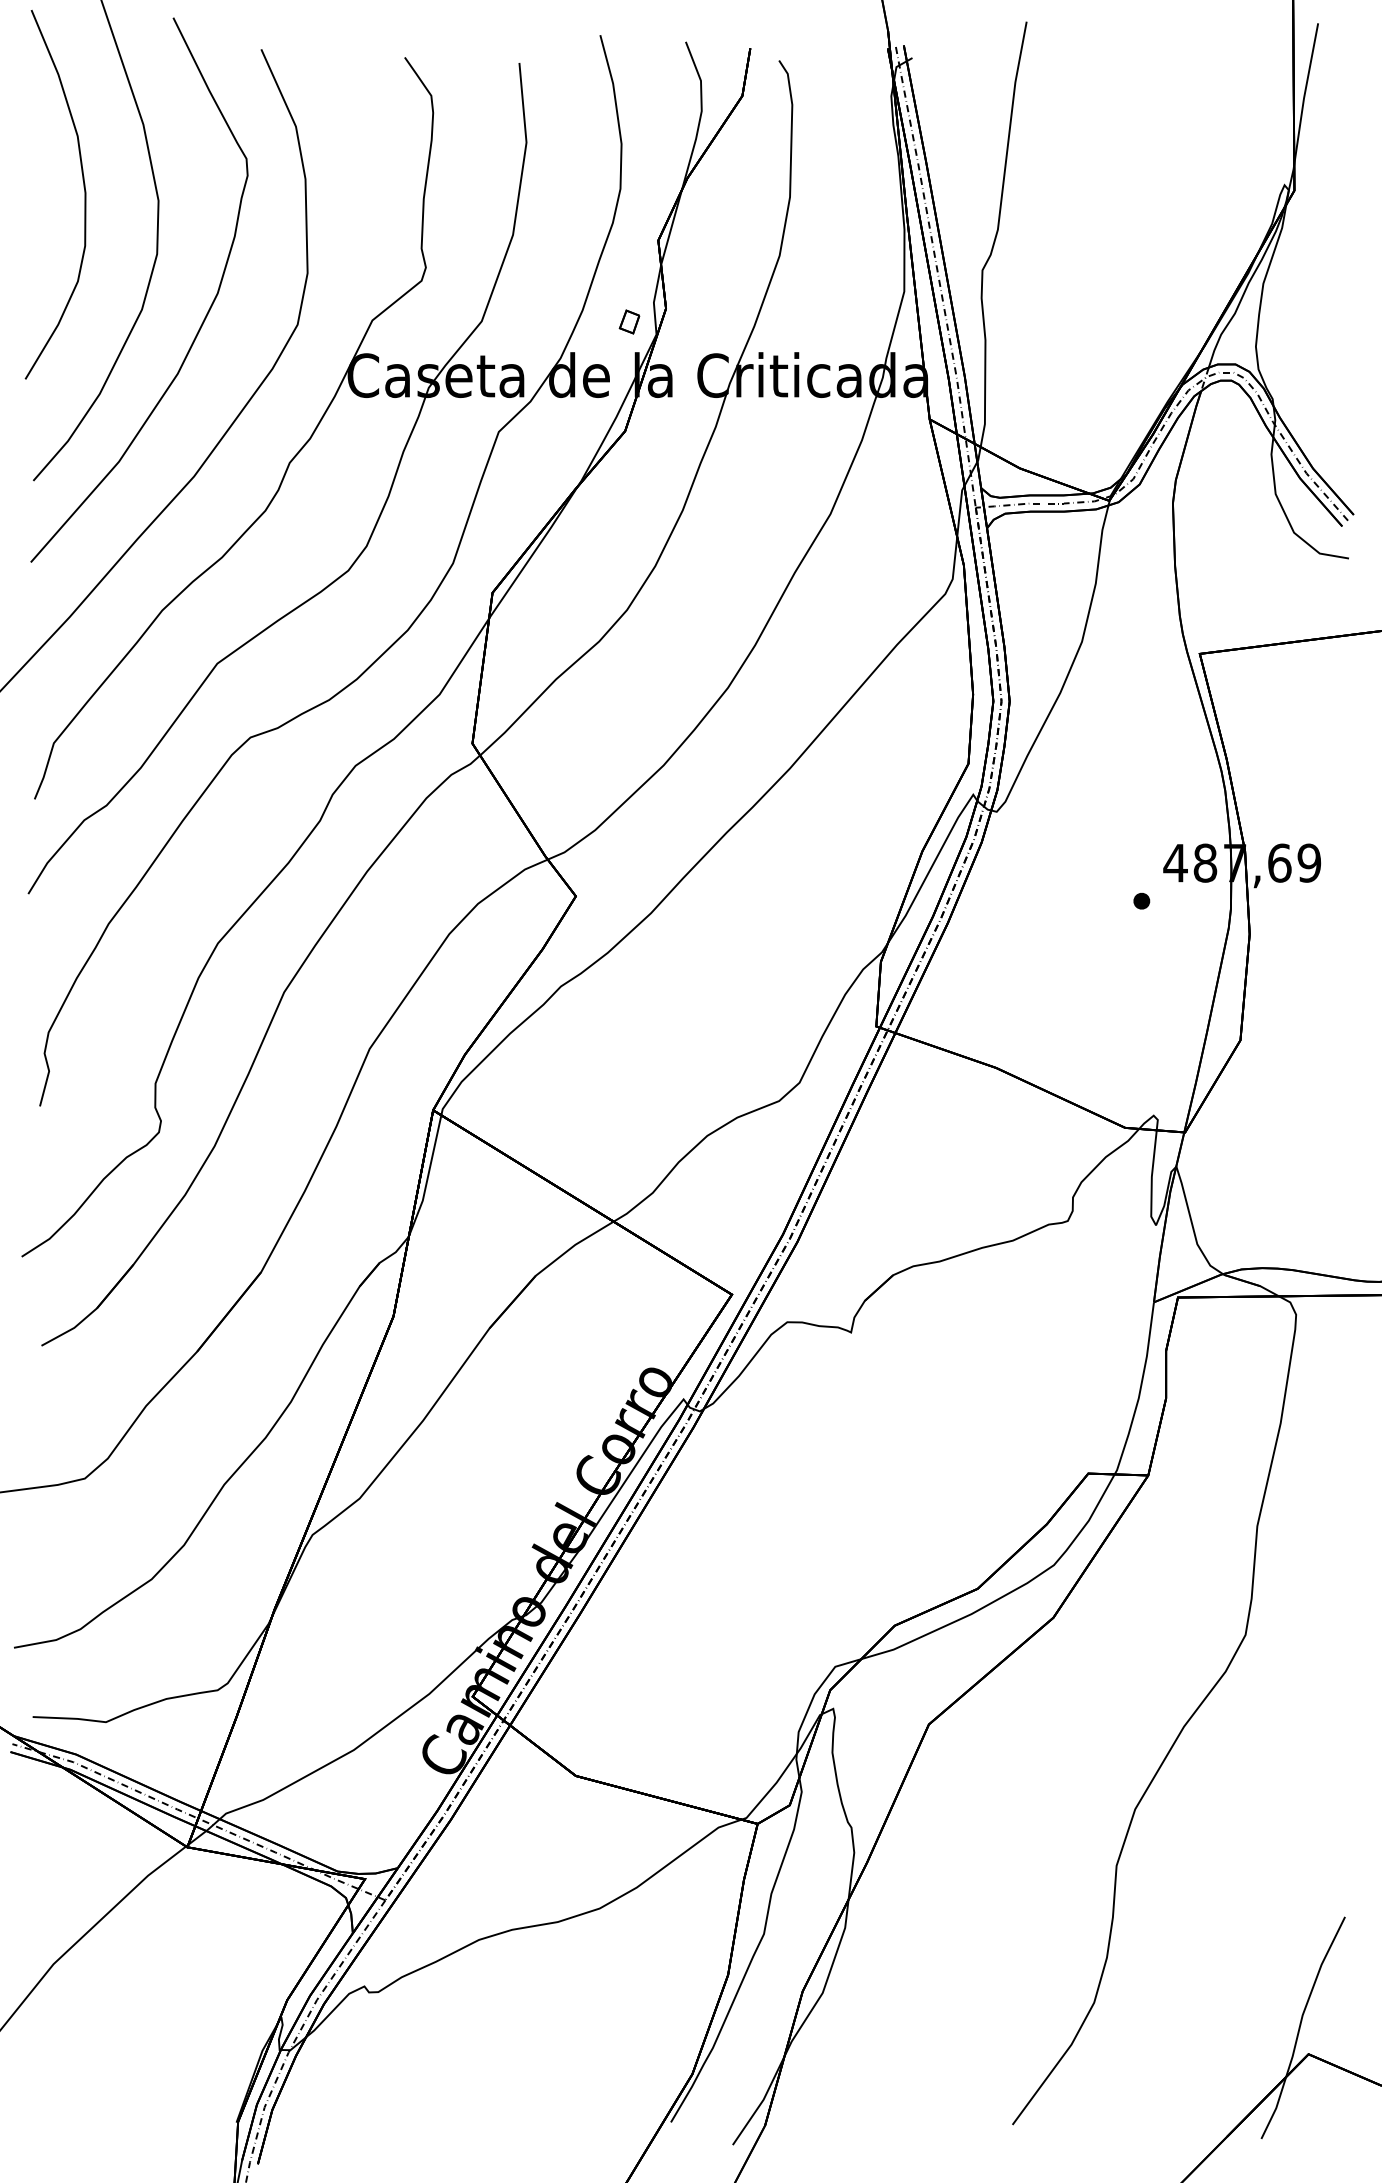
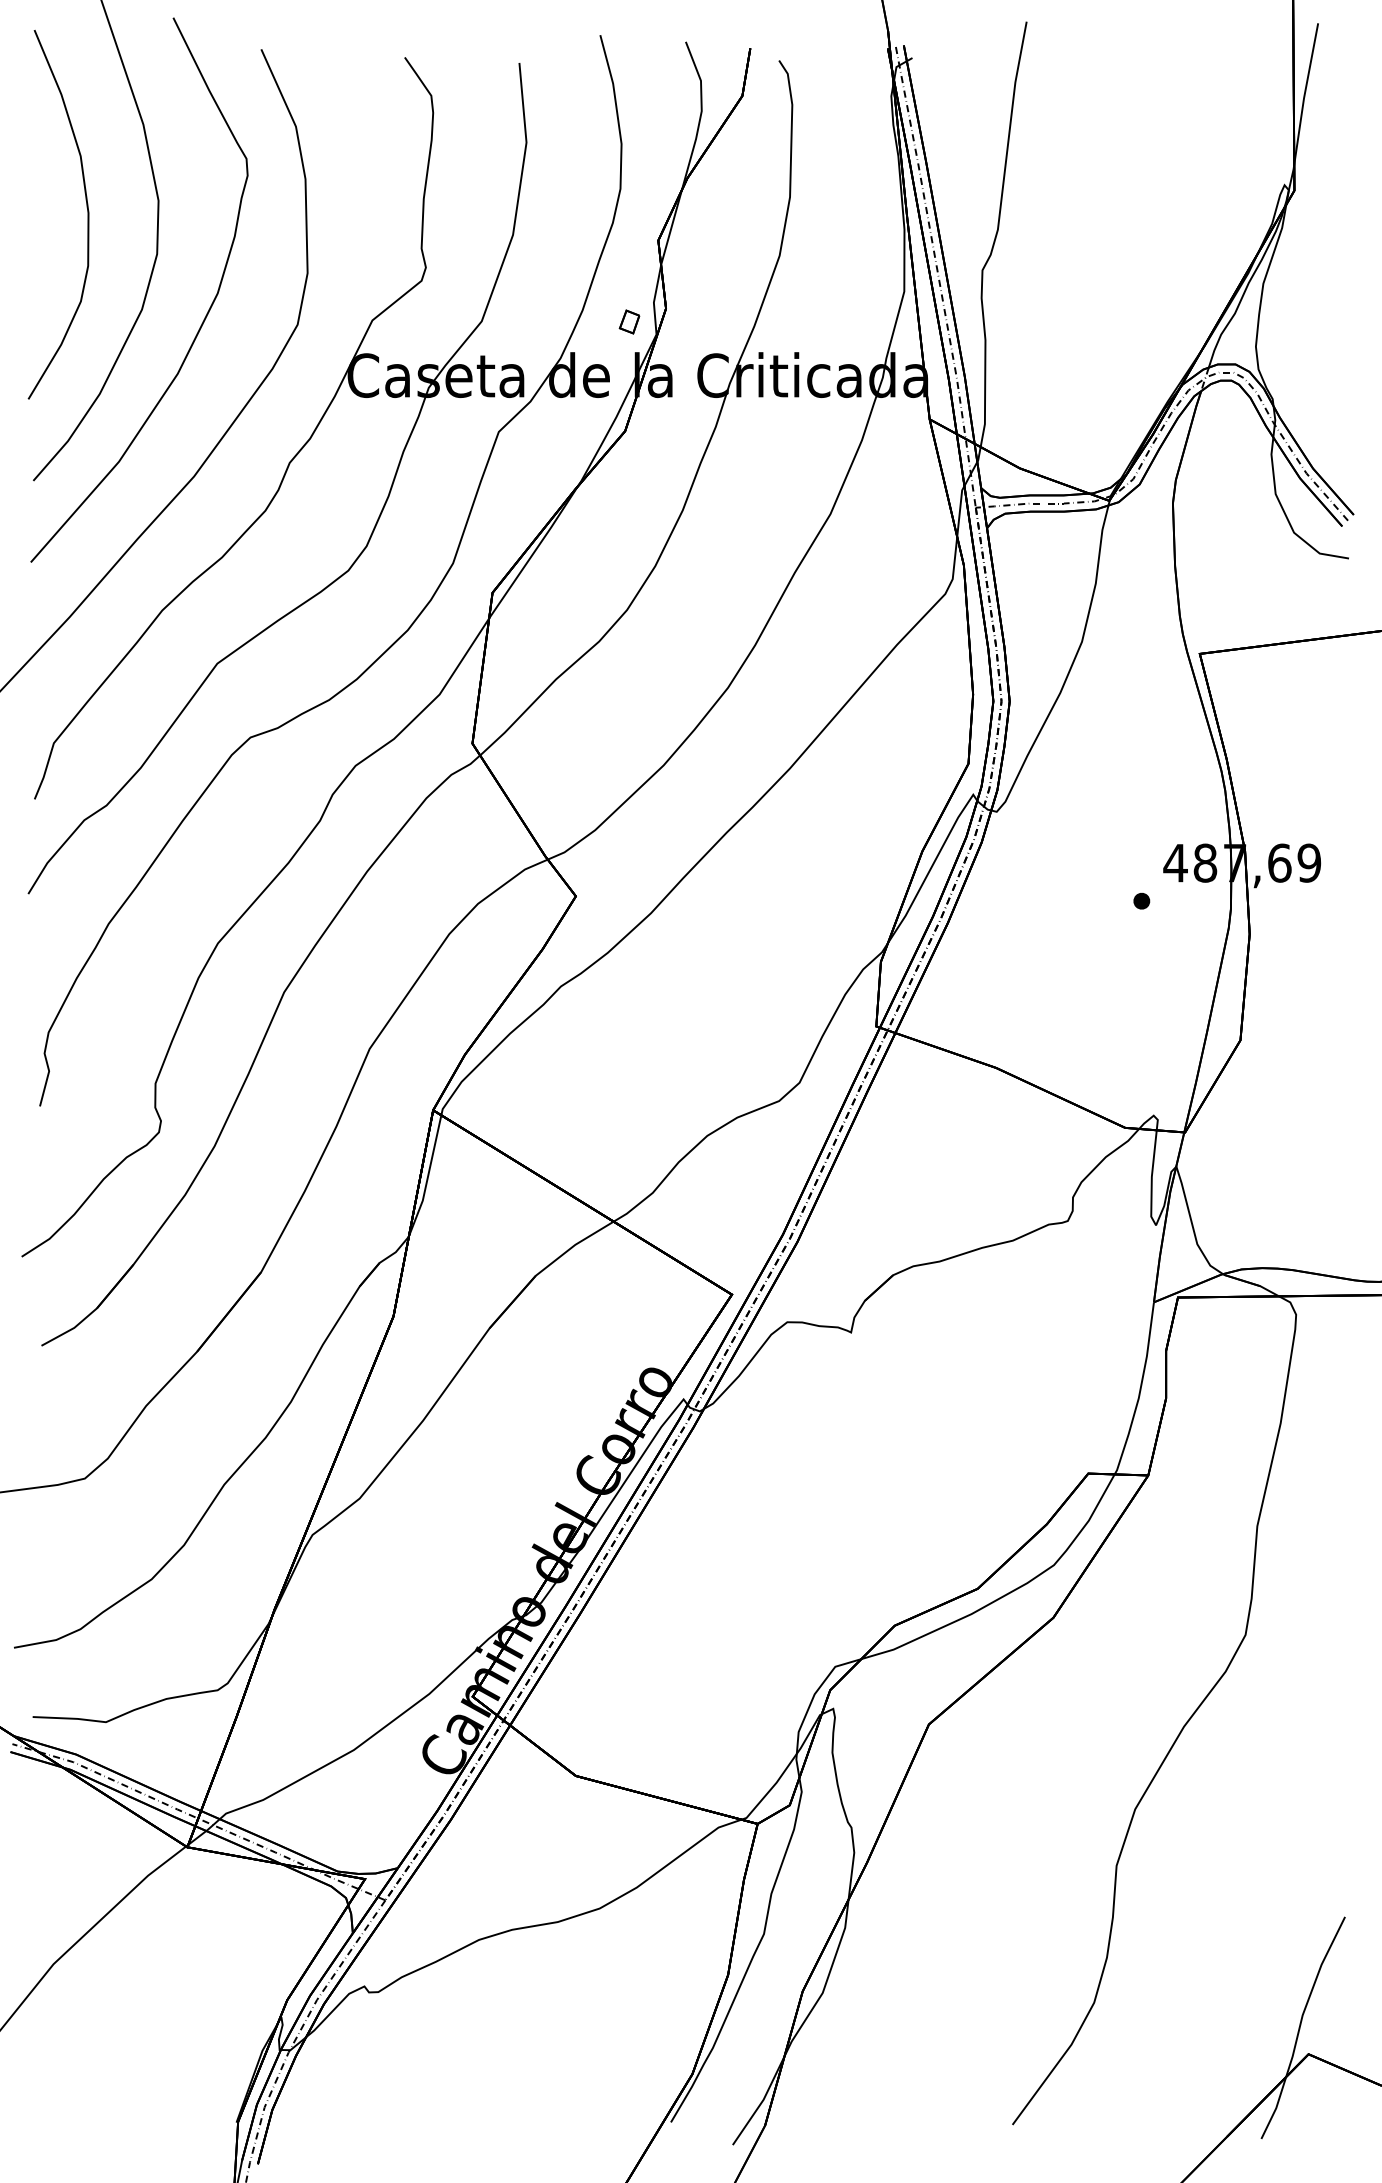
curve at (83, 187) position: (83, 187) -> (86, 207)
